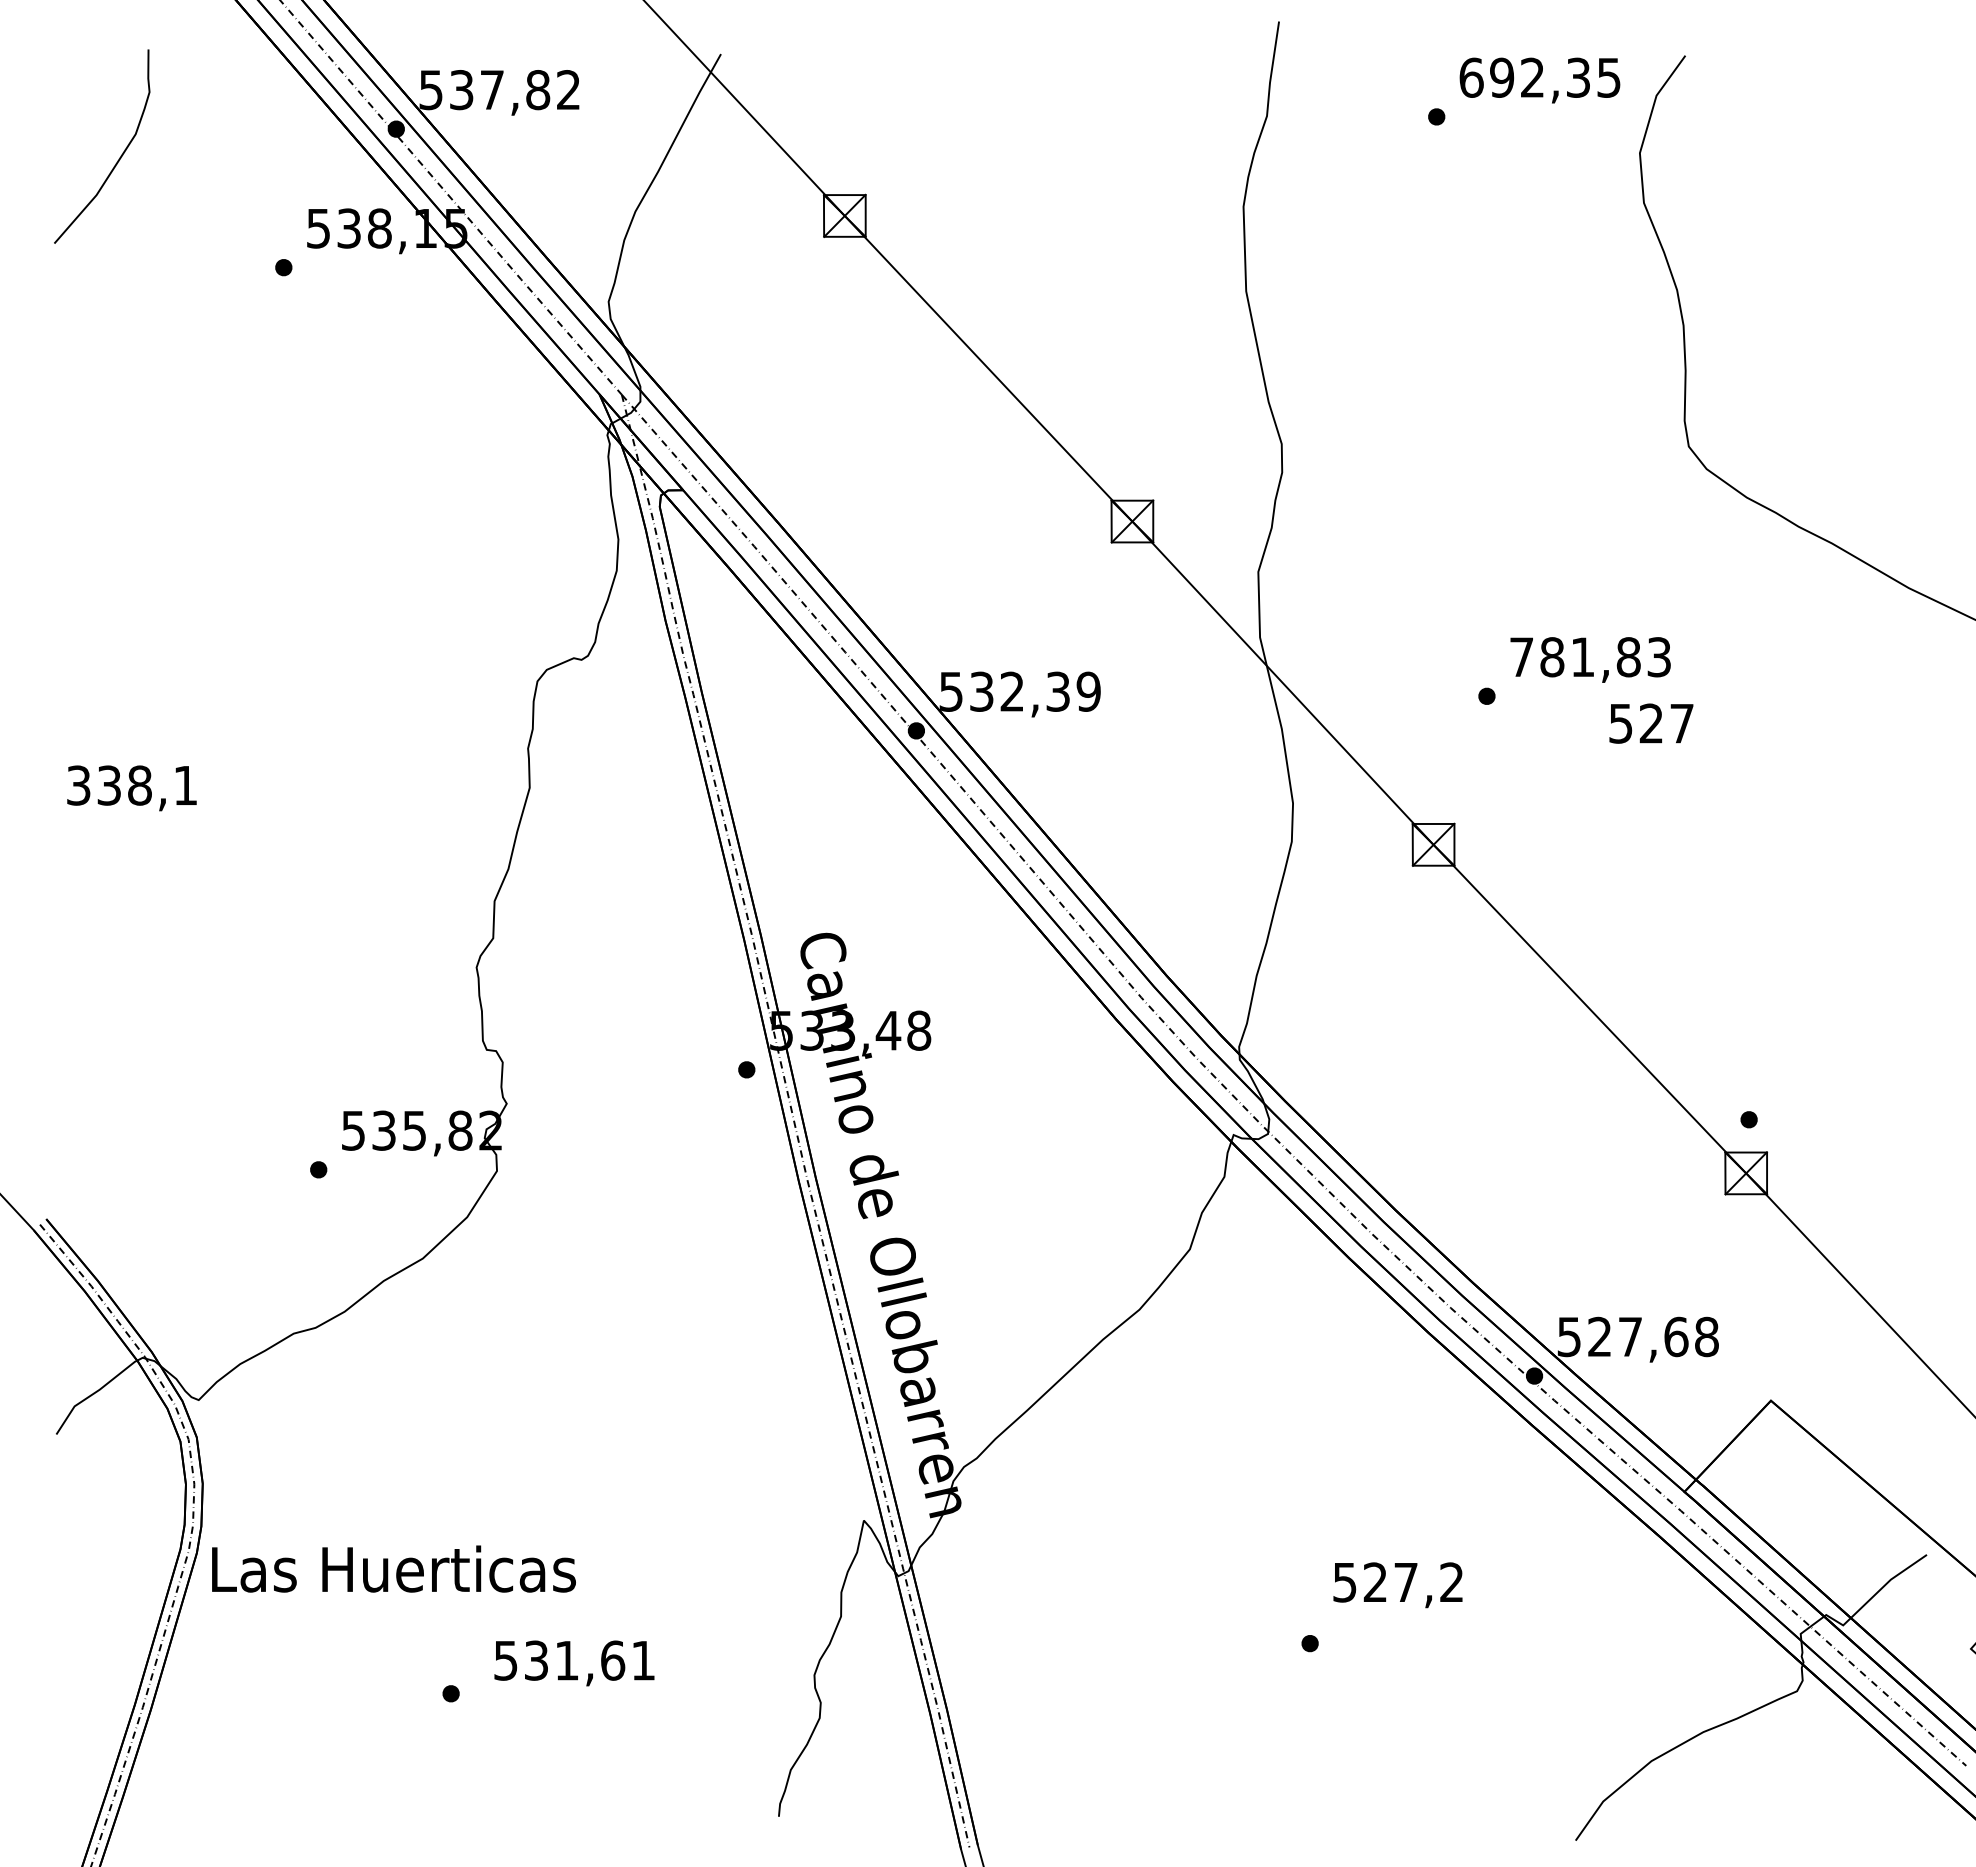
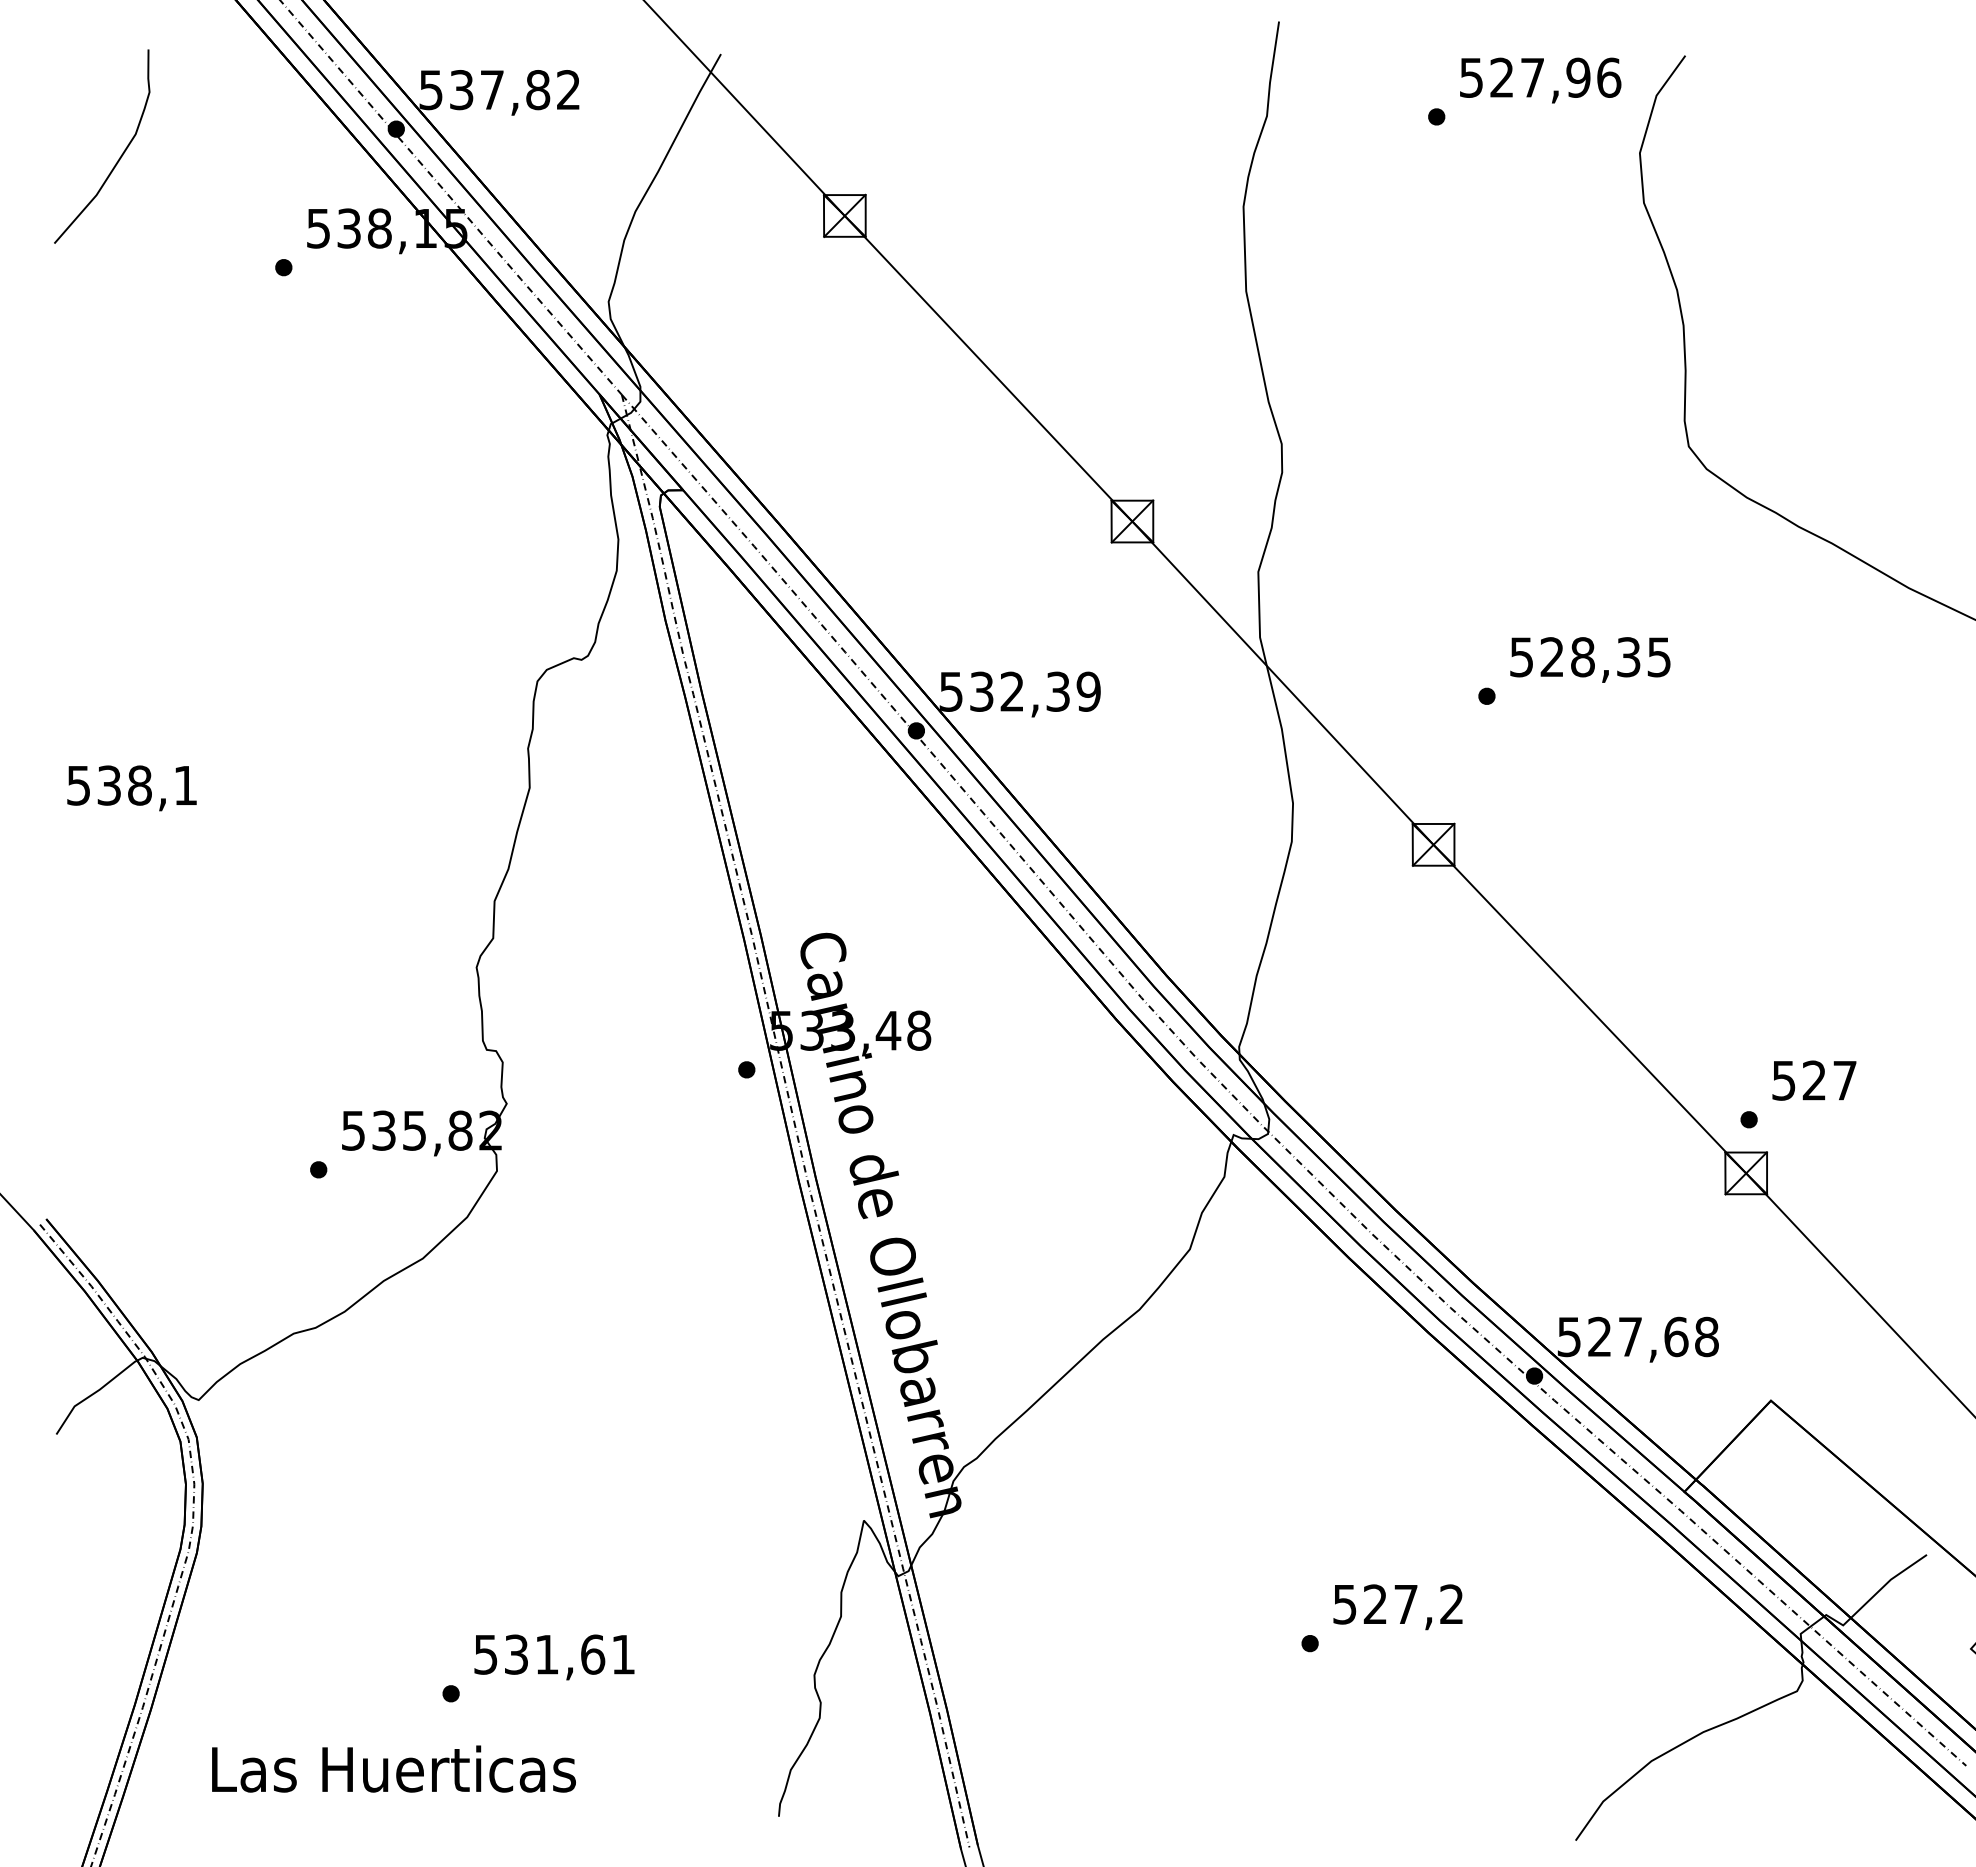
text at (1540, 77): 692,35 -> 527,96
text at (1590, 657): 781,83 -> 528,35
text at (1651, 723) position: (1651, 723) -> (1814, 1080)
text at (78, 785): 338,1 -> 538,1
text at (393, 1568) position: (393, 1568) -> (393, 1768)
text at (1397, 1585) position: (1397, 1585) -> (1397, 1607)
text at (574, 1663) position: (574, 1663) -> (554, 1657)
